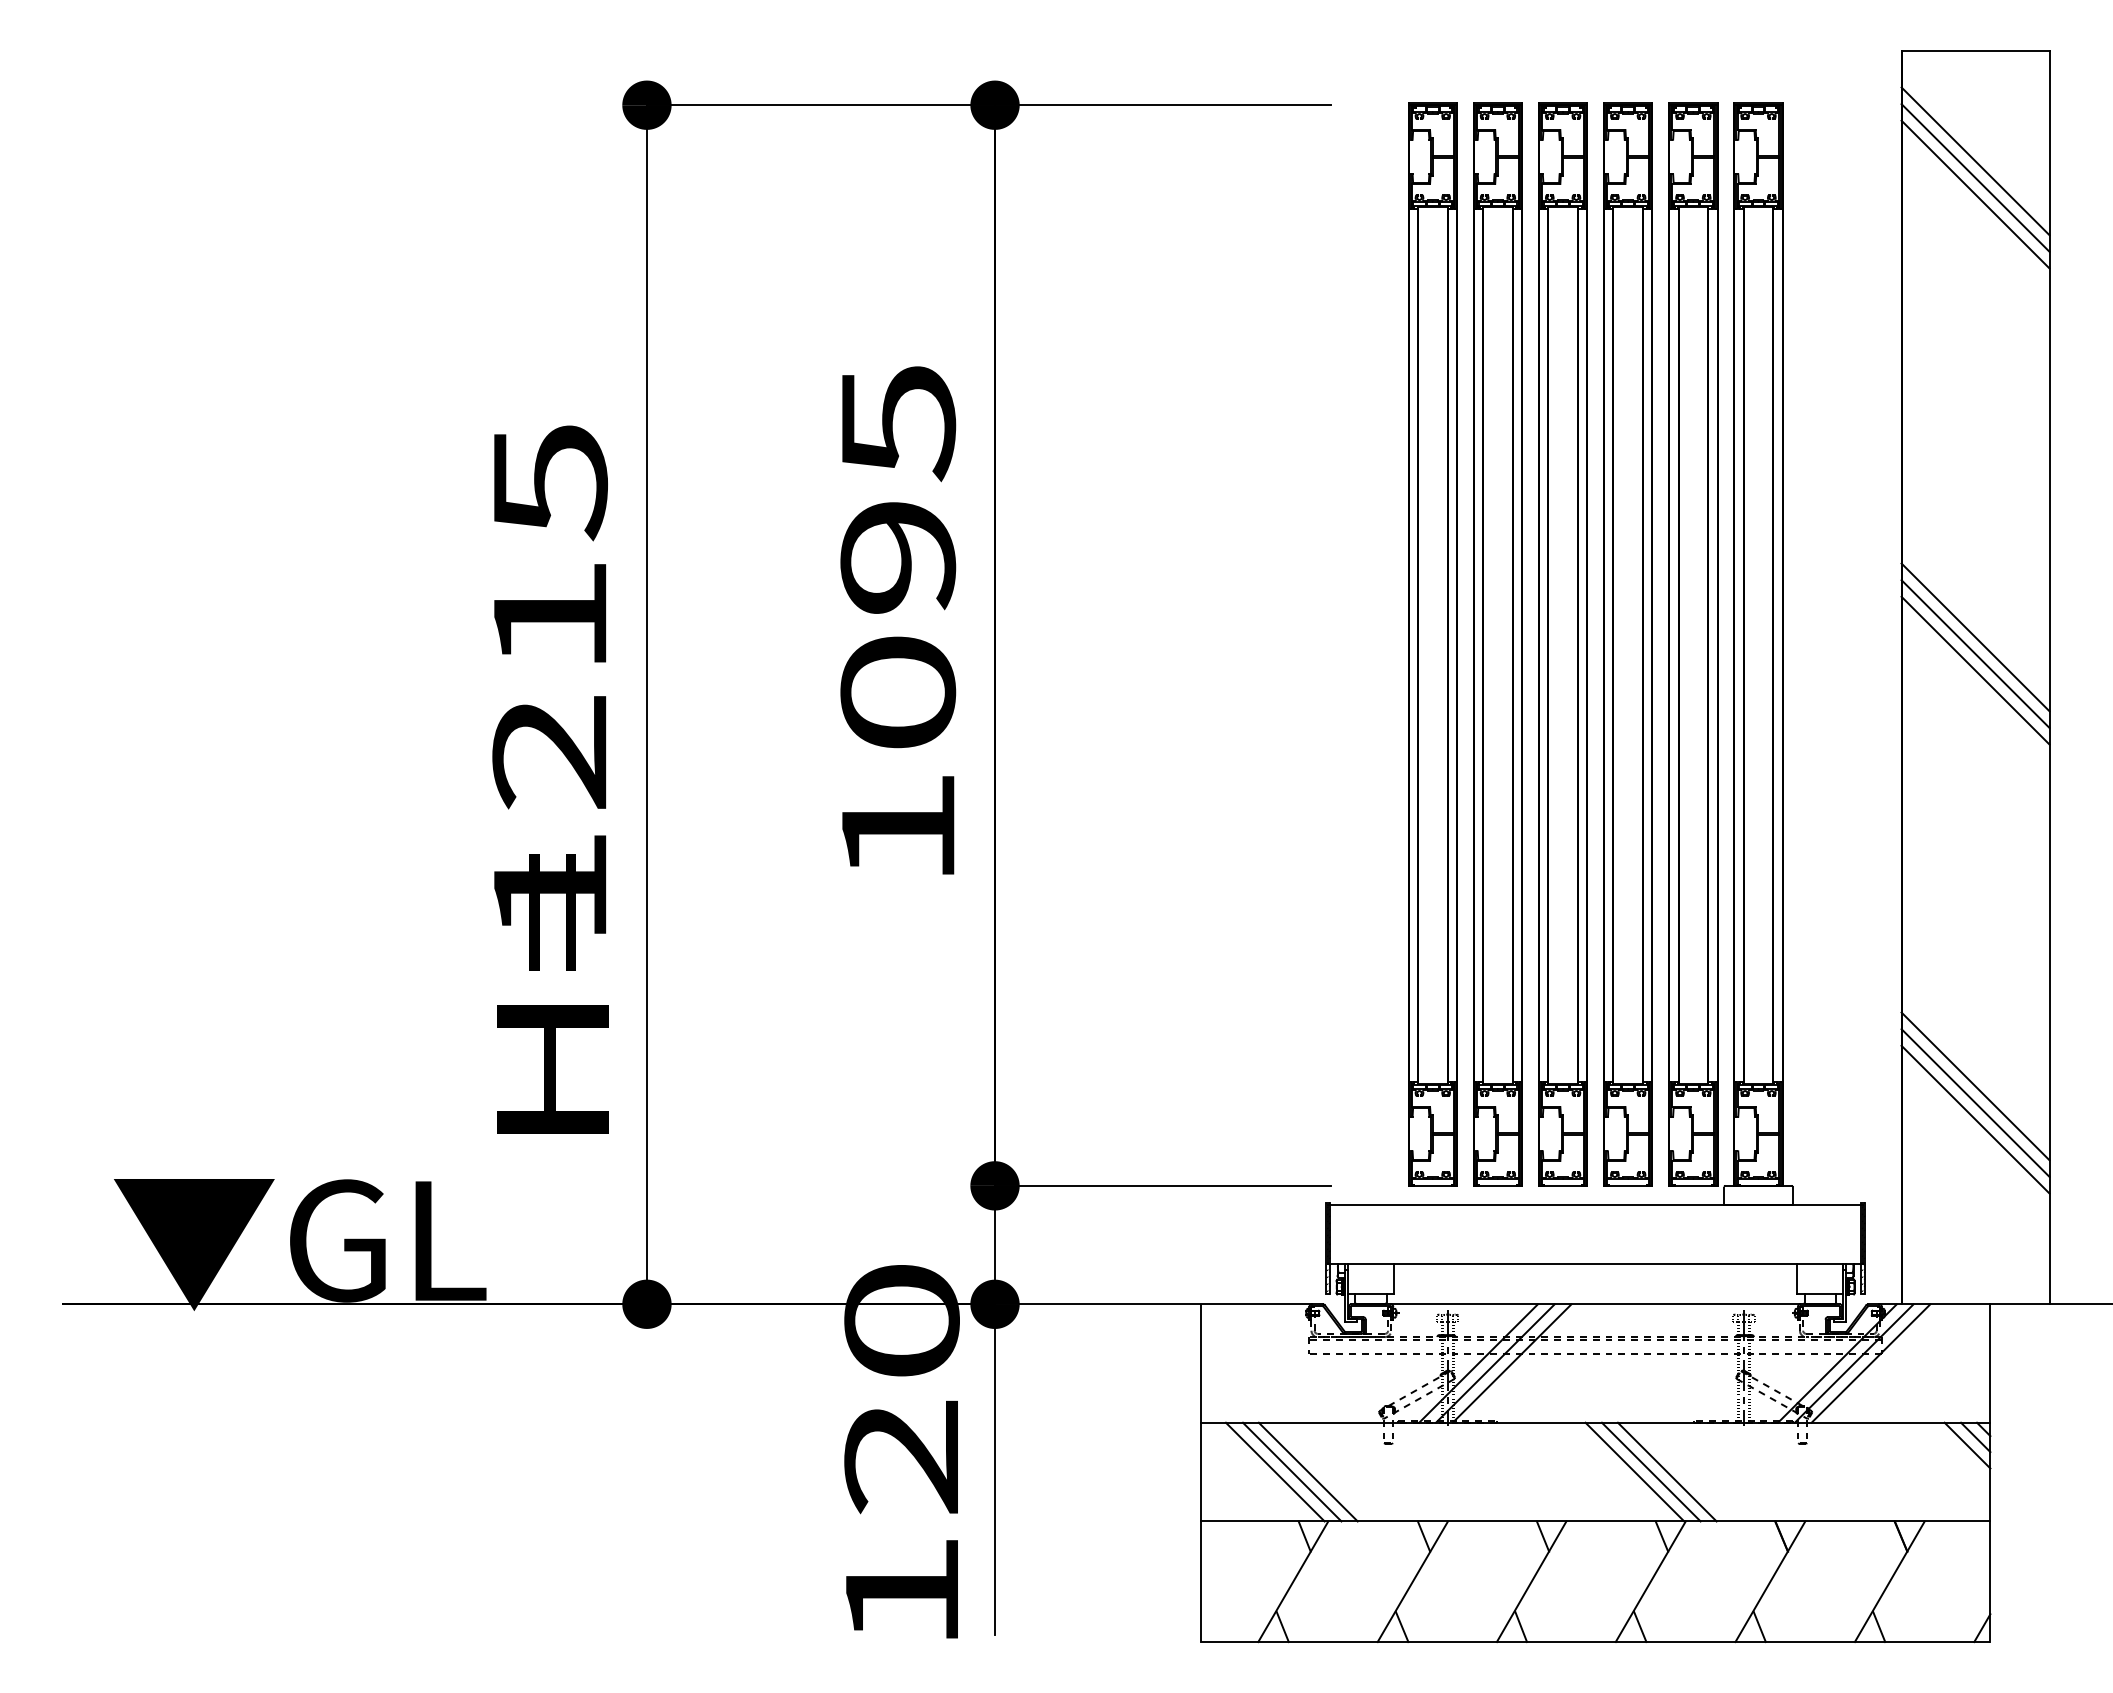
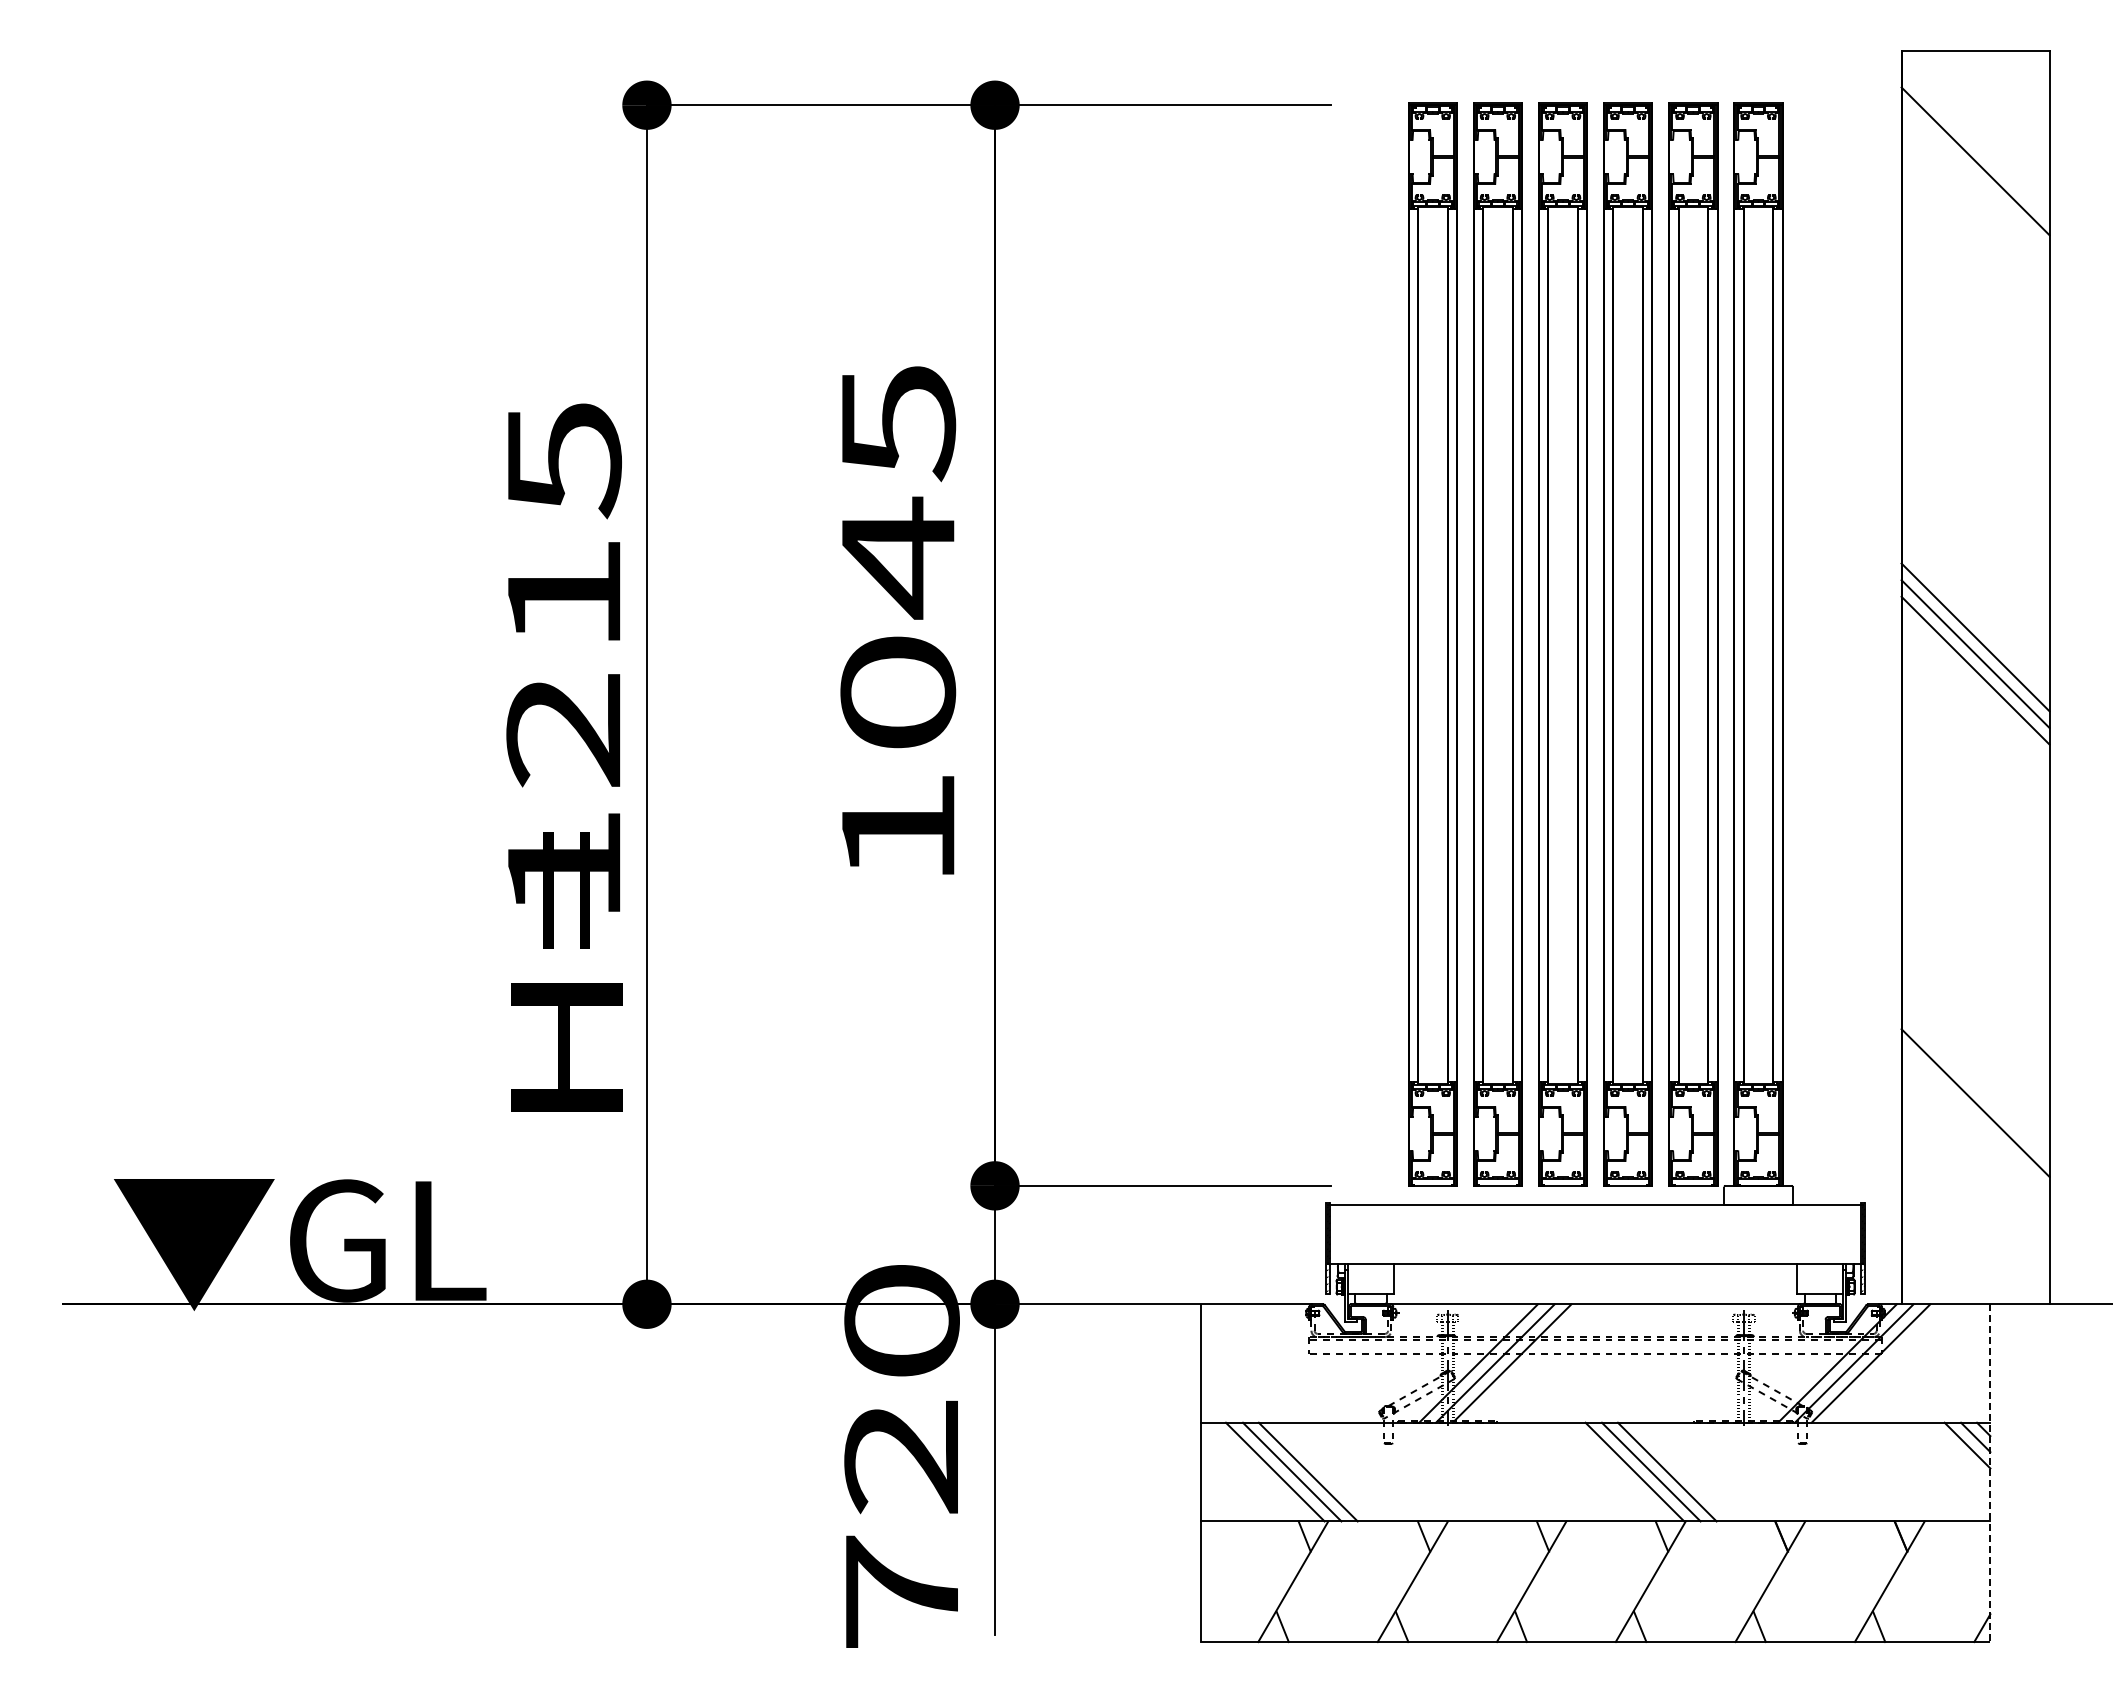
line at (1975, 177): present -> none
line at (1975, 194): present -> none
text at (898, 557): 1095 -> 1045
text at (550, 779) position: (550, 779) -> (564, 757)
line at (1975, 1086): present -> none
line at (1975, 1119): present -> none
line at (1990, 1473): solid -> dashed
text at (901, 1591): 120 -> 720
